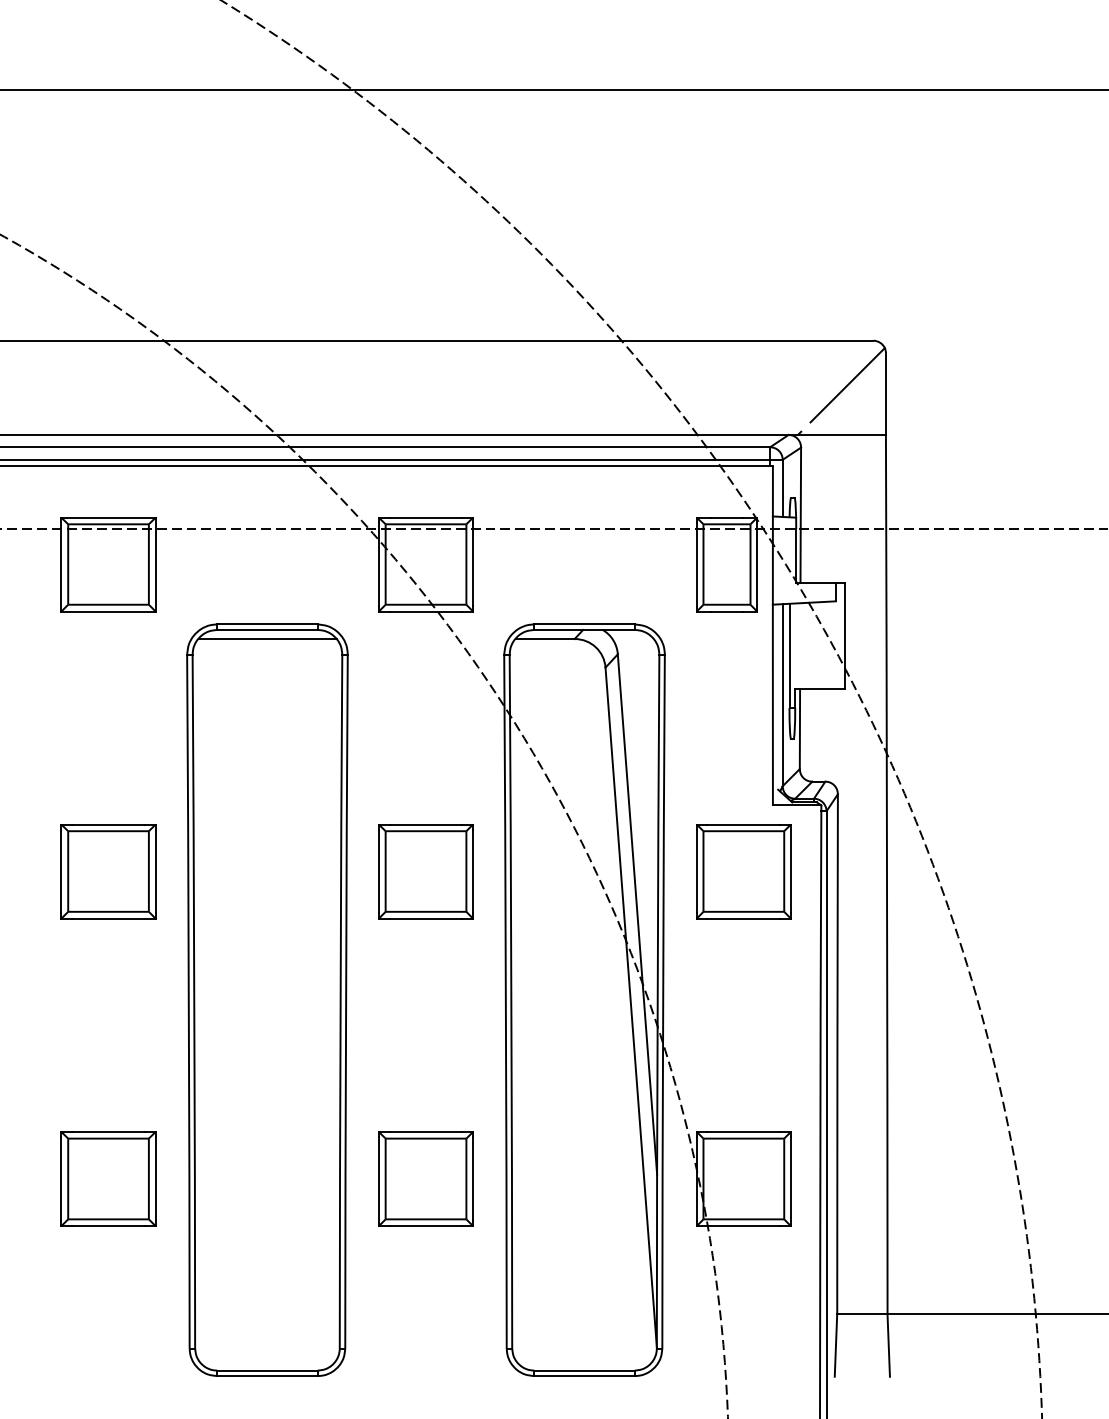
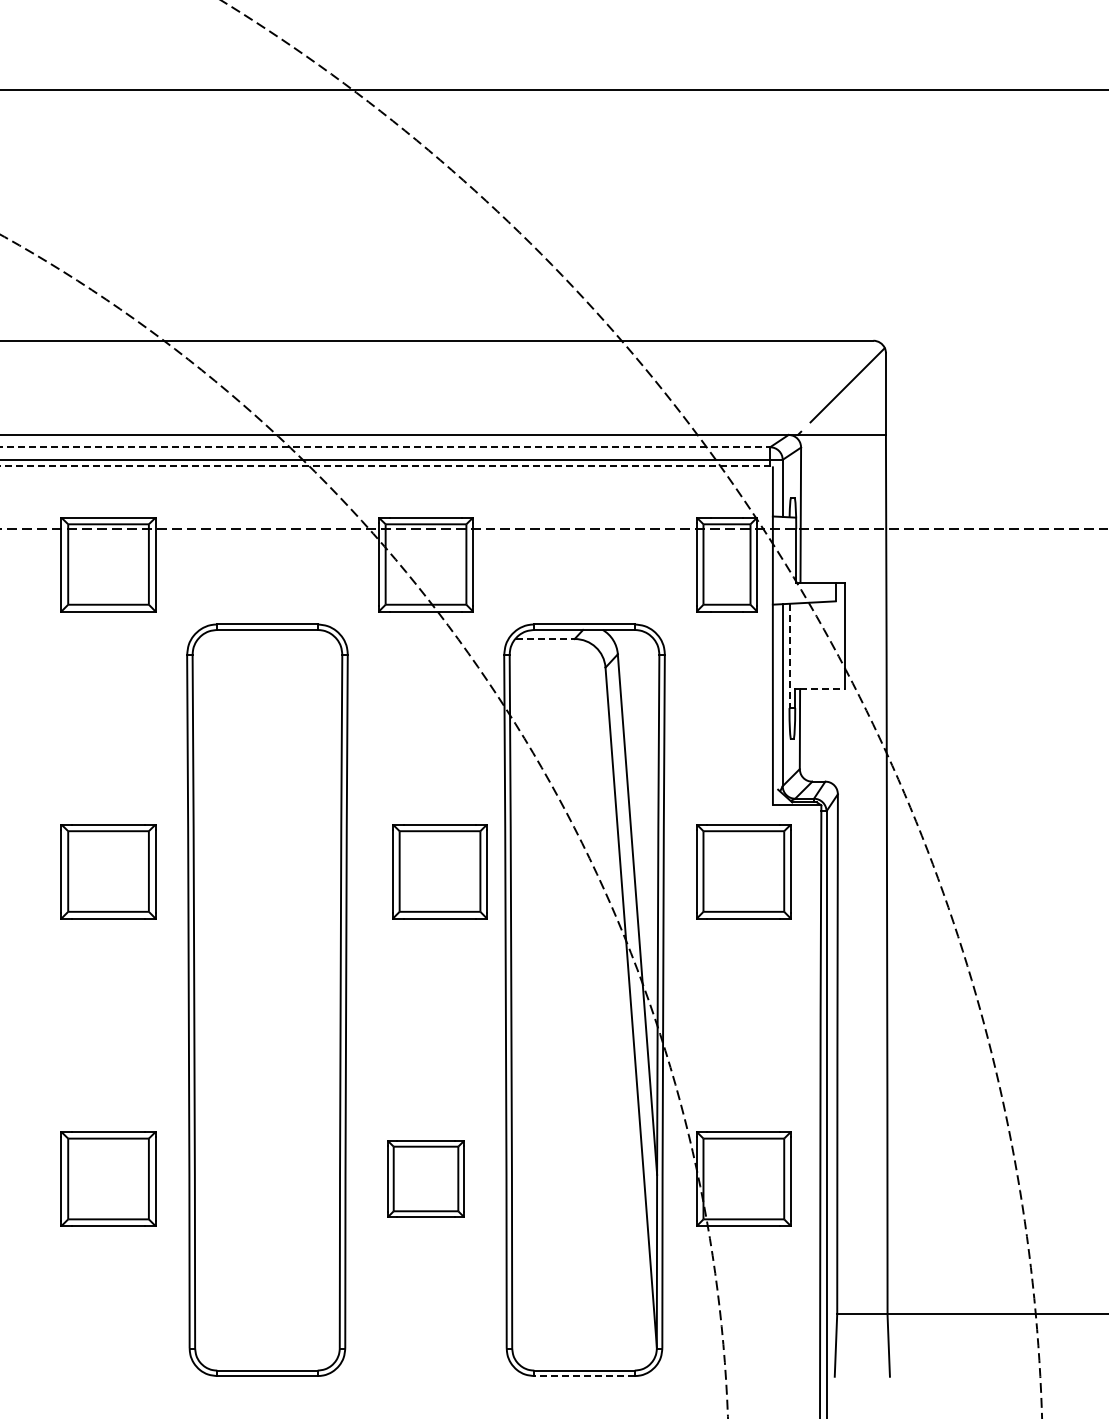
line at (385, 447): solid -> dashed
line at (387, 466): solid -> dashed
line at (267, 639): present -> none
line at (545, 639): solid -> dashed
line at (789, 656): solid -> dashed
line at (822, 689): solid -> dashed
part at (425, 871) position: (425, 871) -> (439, 871)
part at (425, 1178) size: 96x96 px -> 78x78 px
line at (584, 1376): solid -> dashed
